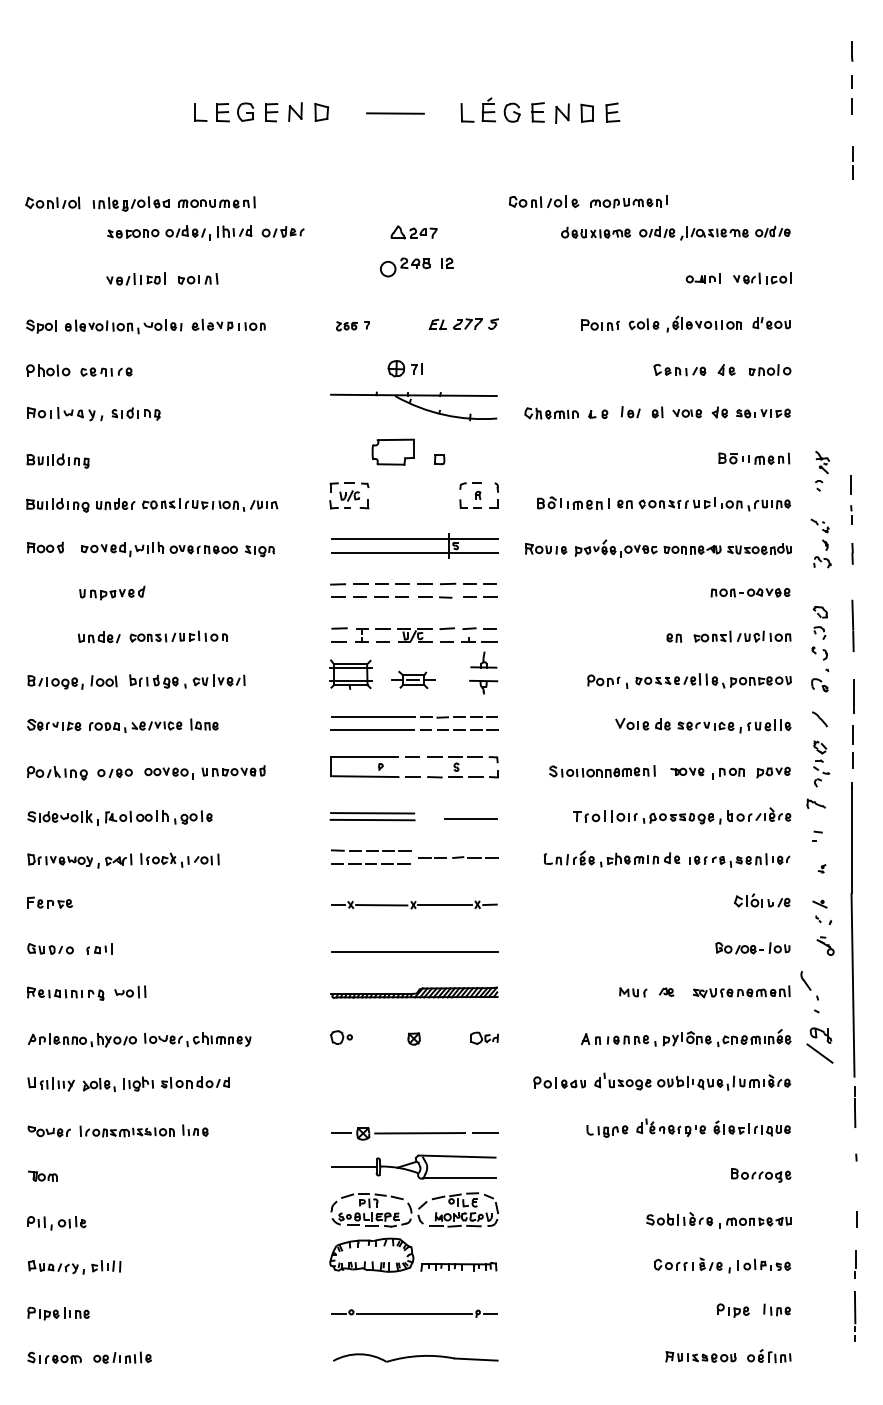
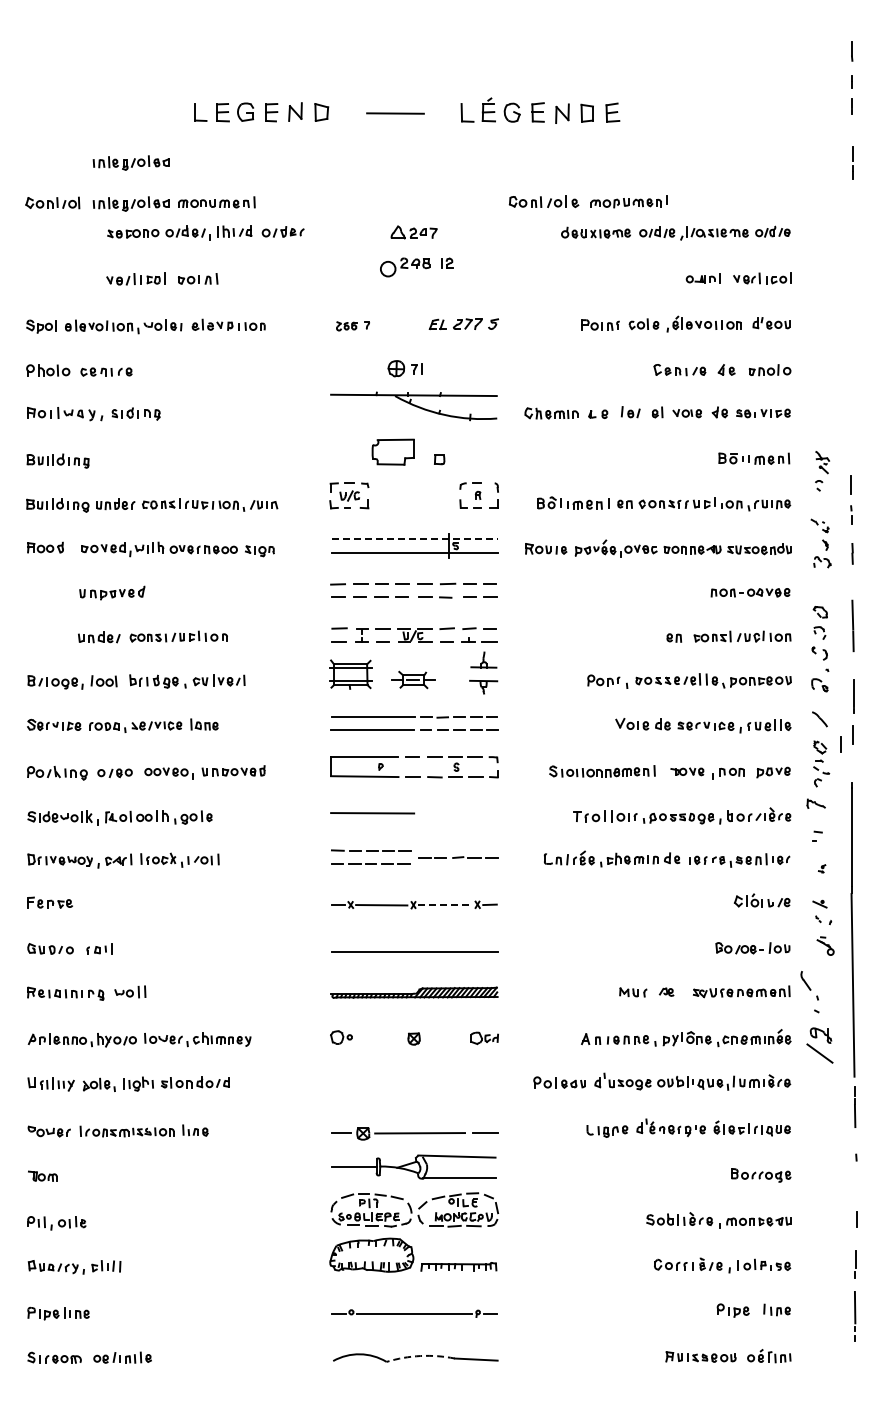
part at (130, 162): none -> present
line at (414, 538): solid -> dashed
line at (852, 760) position: (852, 760) -> (840, 744)
line at (372, 819): present -> none
line at (470, 819): present -> none
line at (445, 905): solid -> dashed
arc at (420, 1356): solid -> dashed
